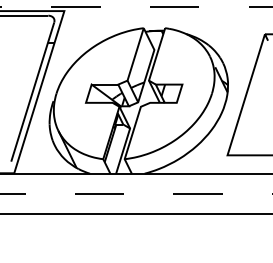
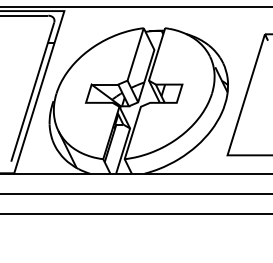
line at (136, 6): dashed -> solid
line at (136, 194): dashed -> solid
